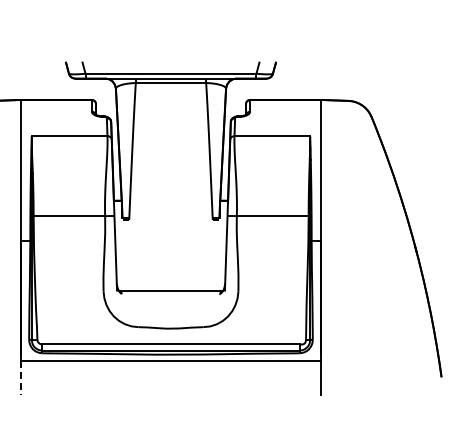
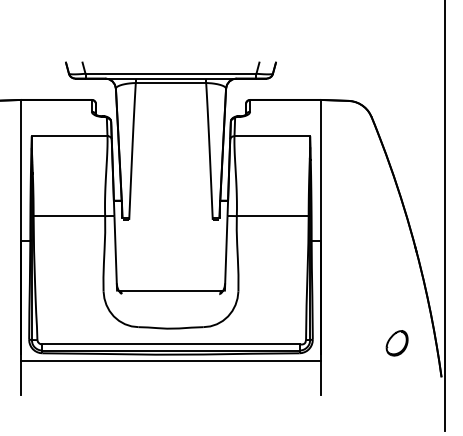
line at (445, 216): none -> present
part at (396, 343): none -> present
line at (21, 378): dashed -> solid
